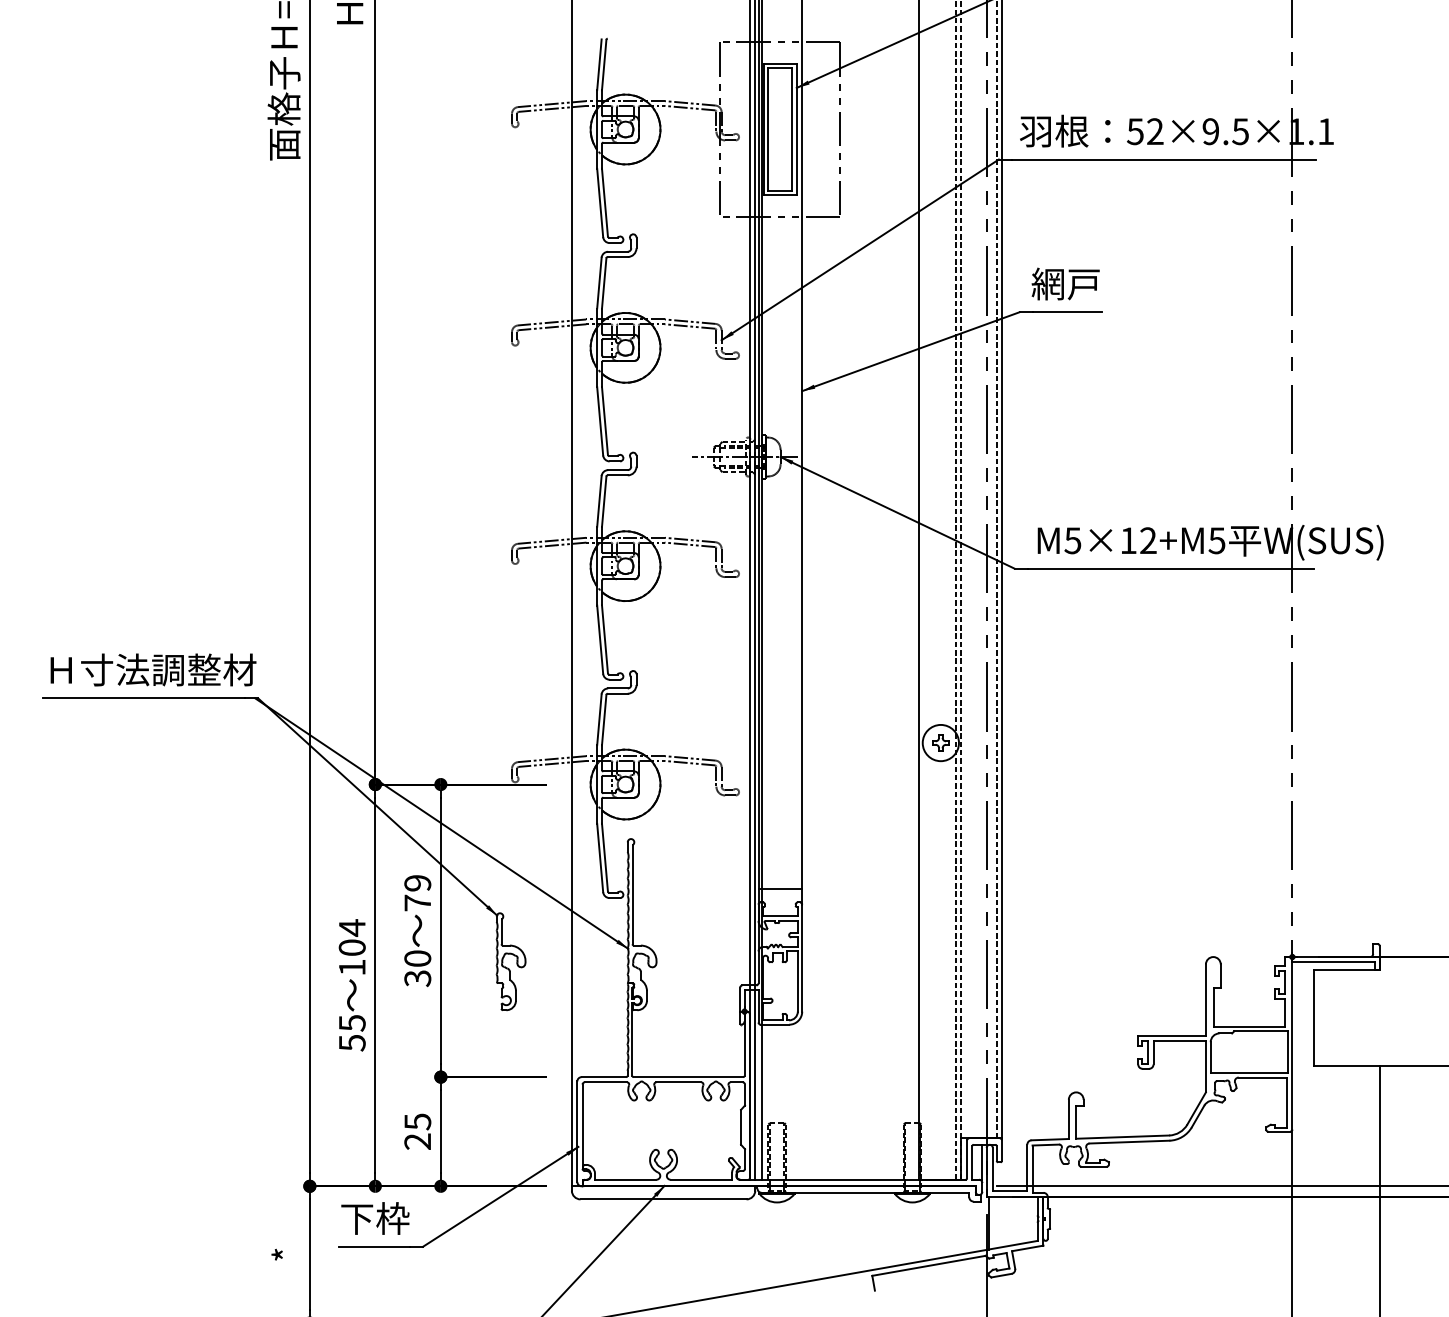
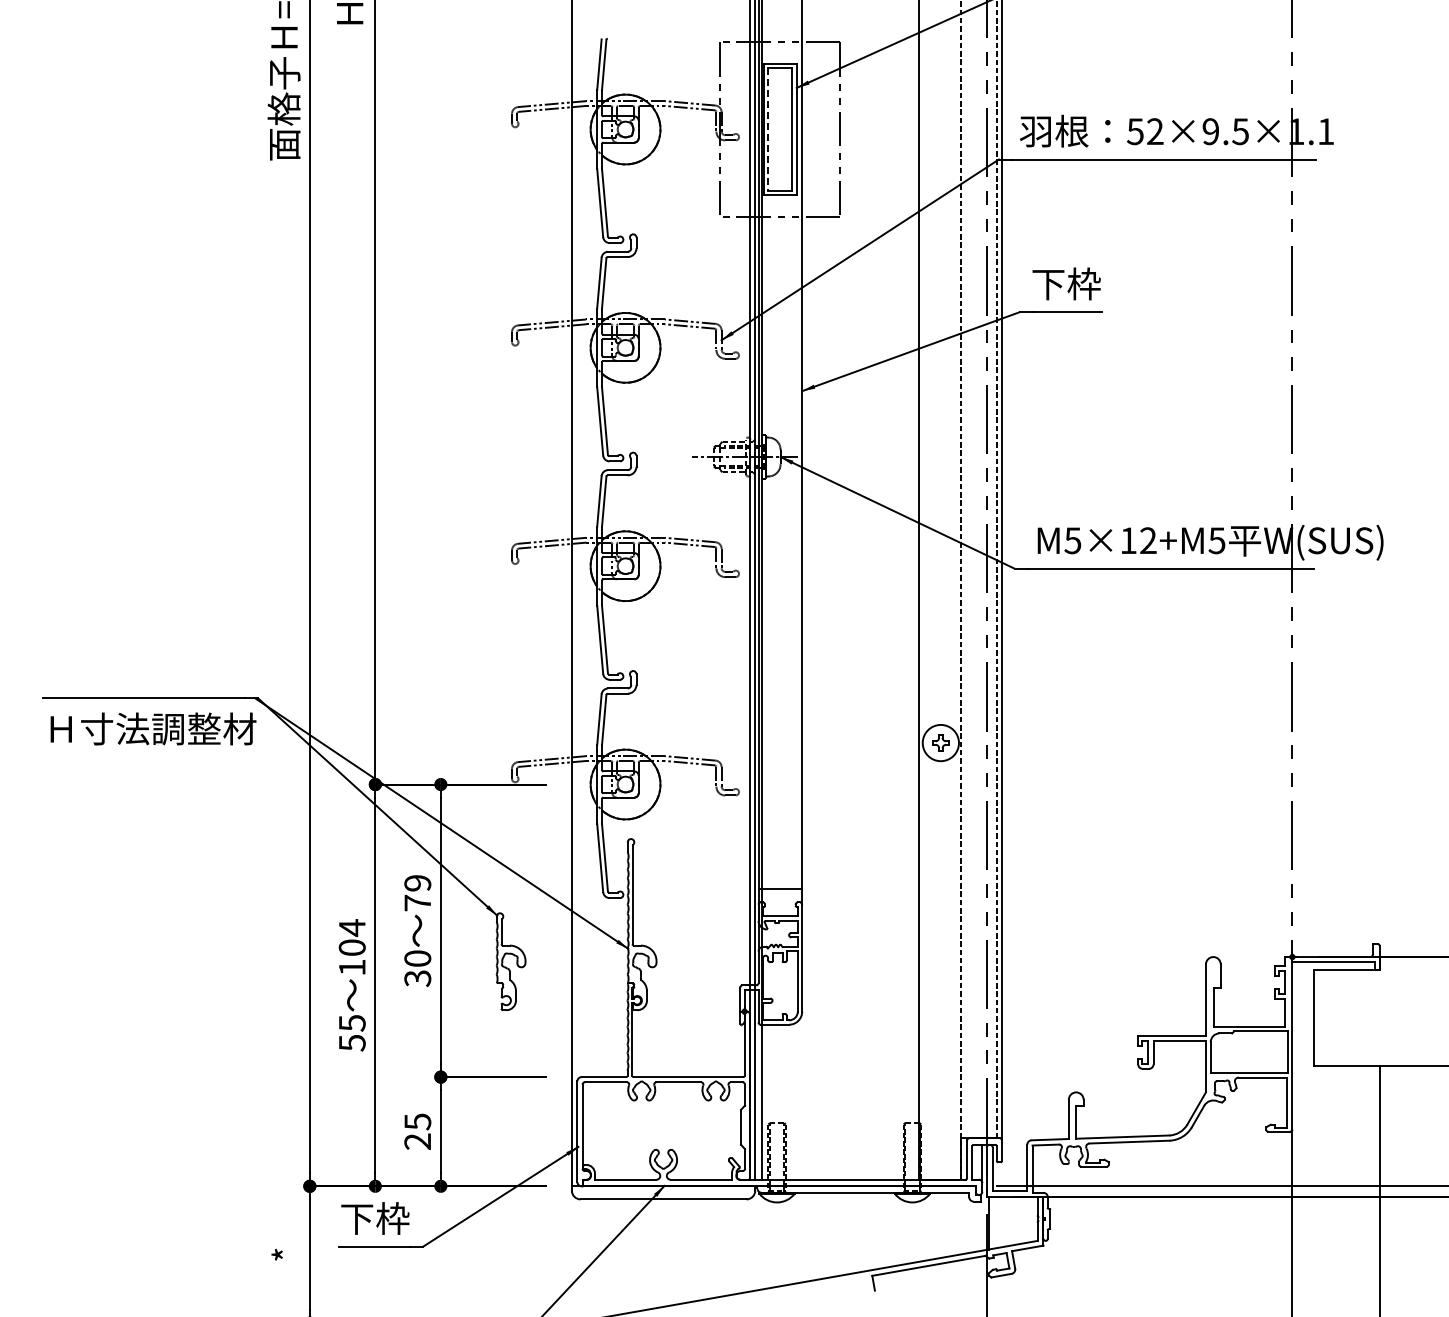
line at (768, 130): solid -> dashed
text at (1065, 283): 網戸 -> 下枠
line at (956, 590): present -> none
text at (153, 669) position: (153, 669) -> (153, 728)
